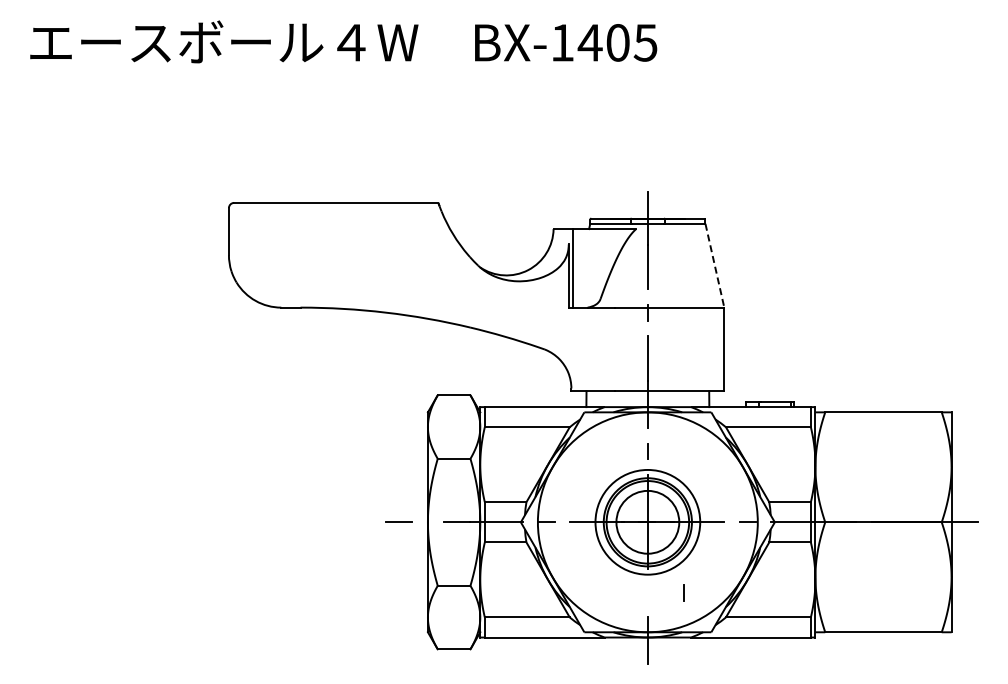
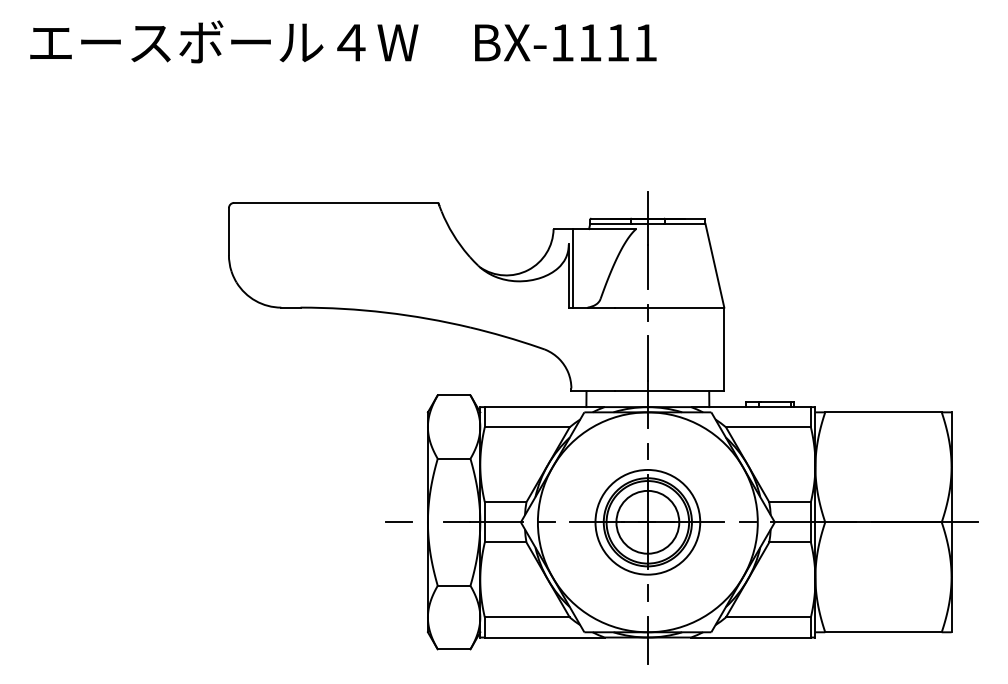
text at (617, 42): BX-1405 -> BX-1111
line at (714, 265): dashed -> solid
line at (683, 592) position: (683, 592) -> (647, 592)
